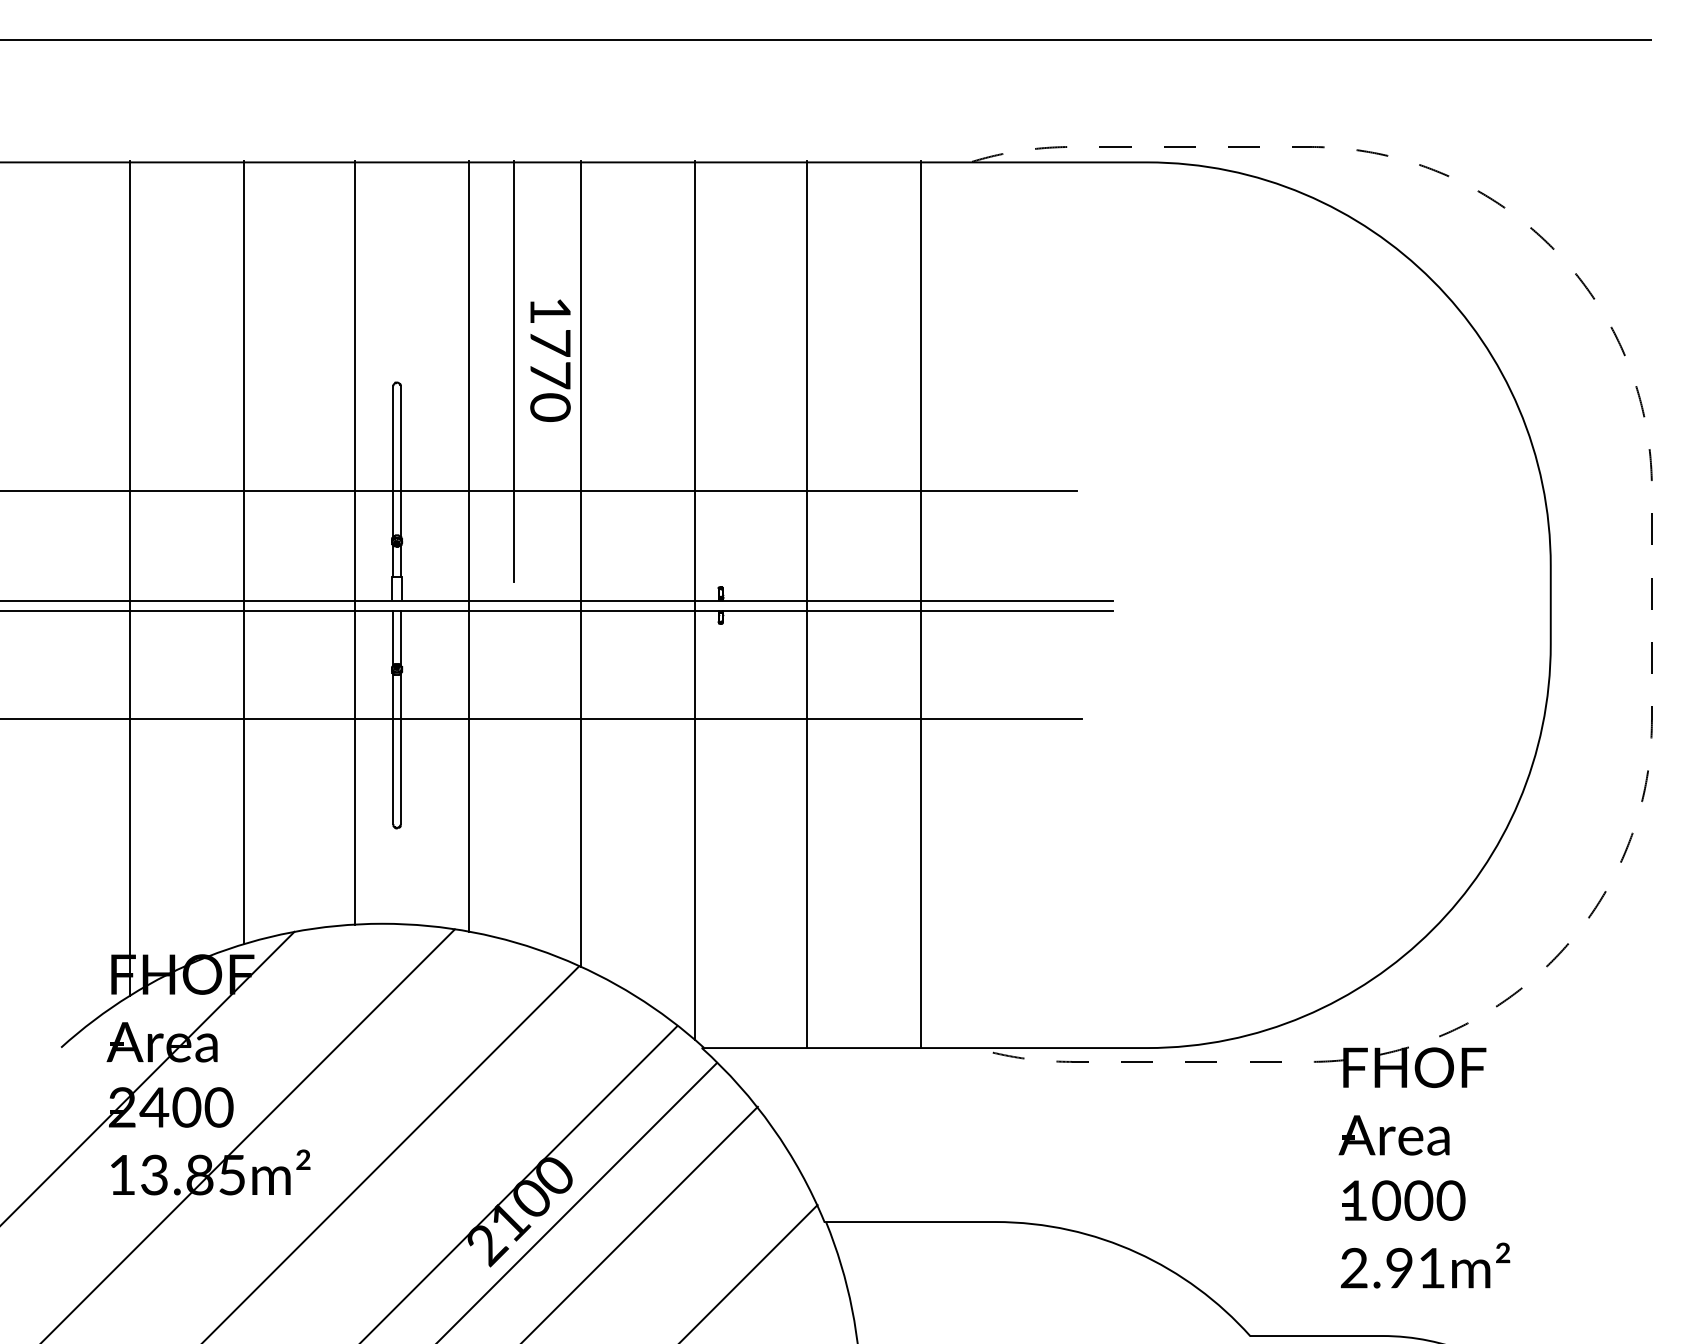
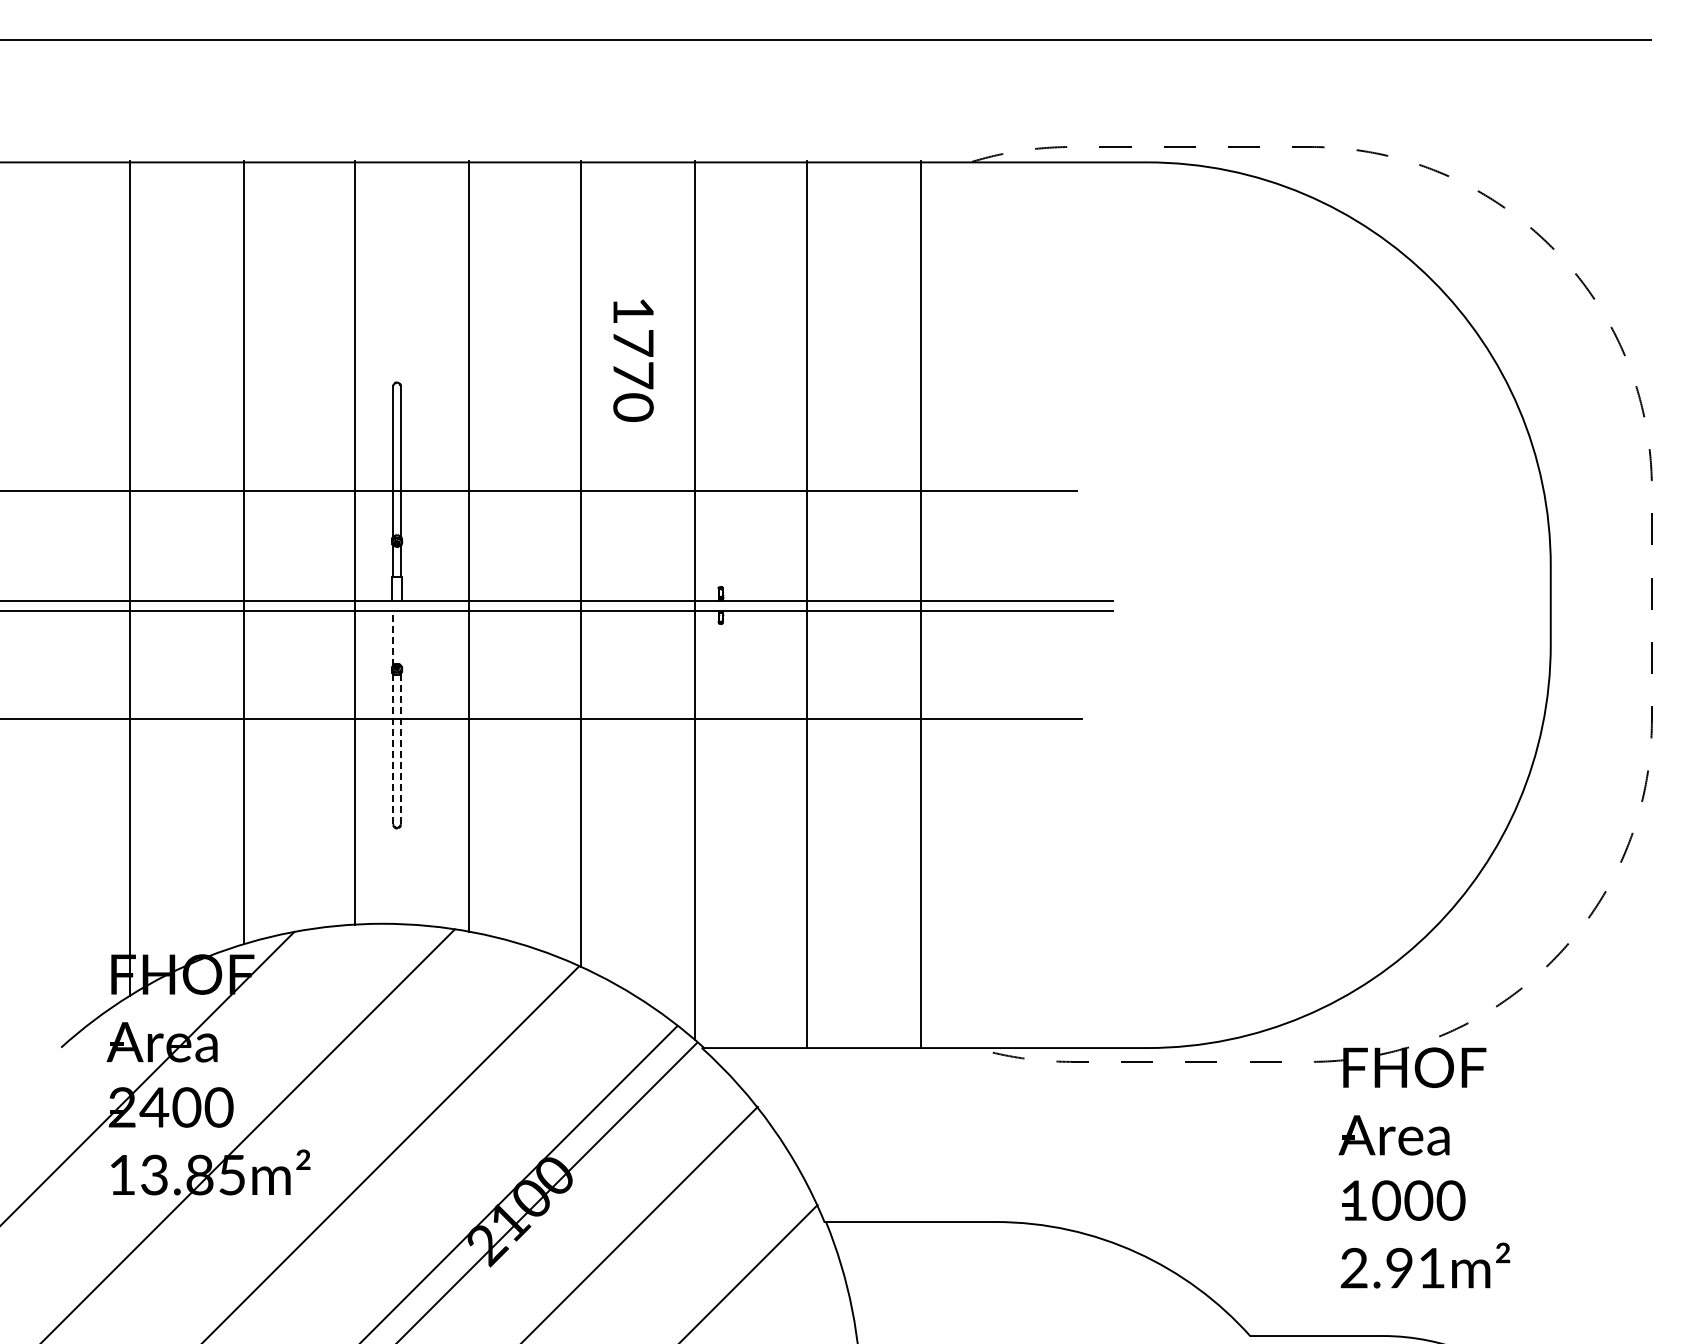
text at (550, 360) position: (550, 360) -> (633, 360)
line at (513, 371): present -> none
line at (393, 637): solid -> dashed
line at (400, 638): present -> none
line at (393, 749): solid -> dashed
line at (400, 749): solid -> dashed
line at (578, 1201) position: (578, 1201) -> (548, 1191)
